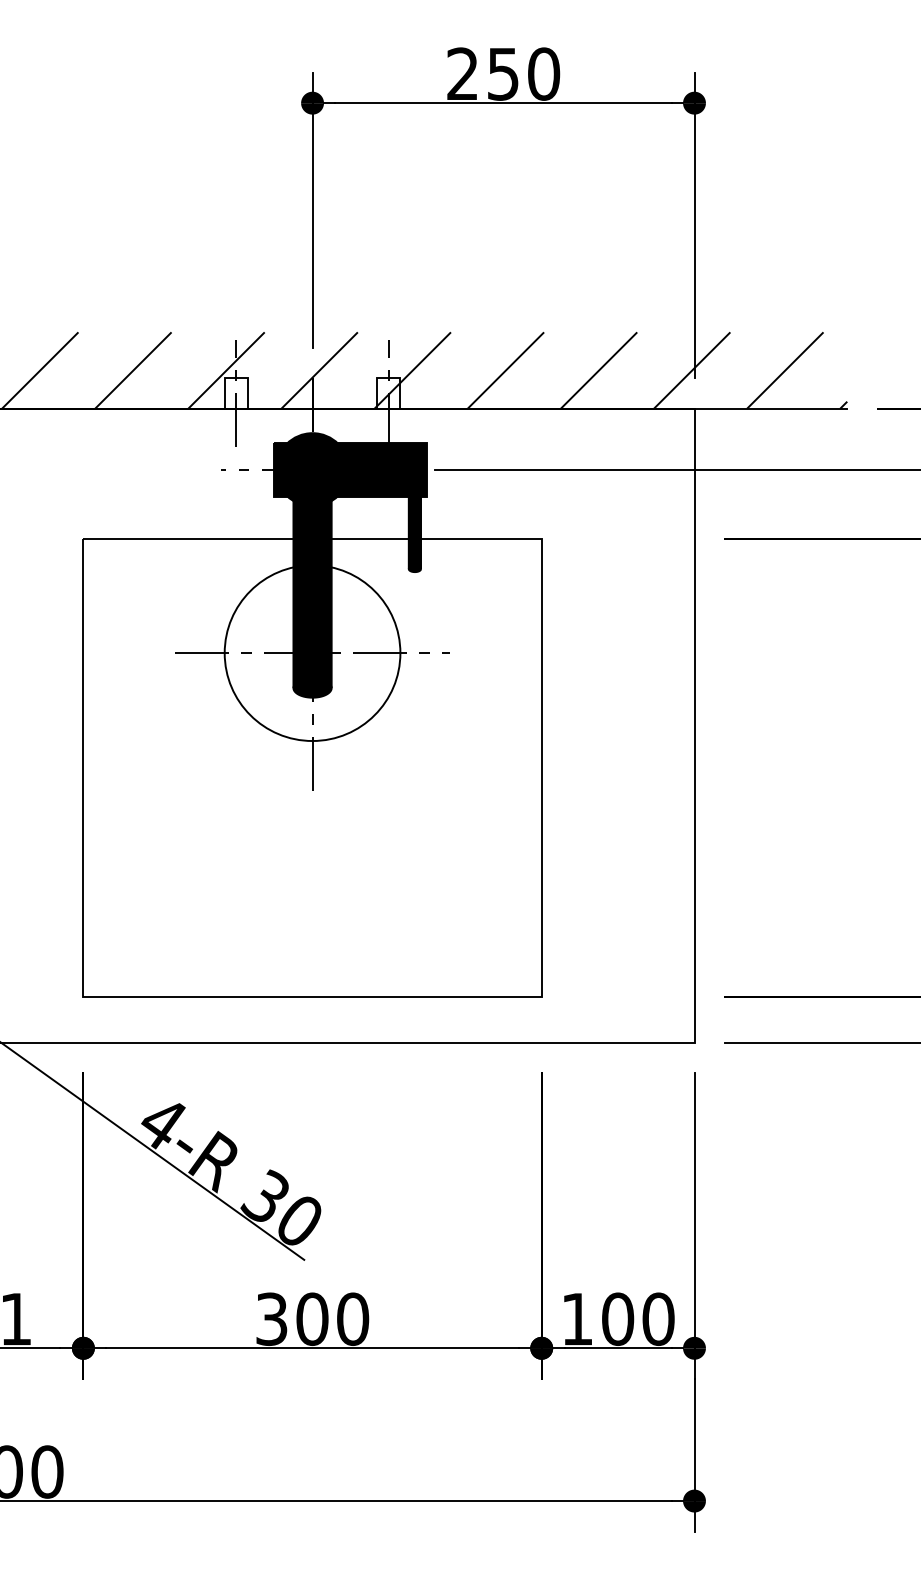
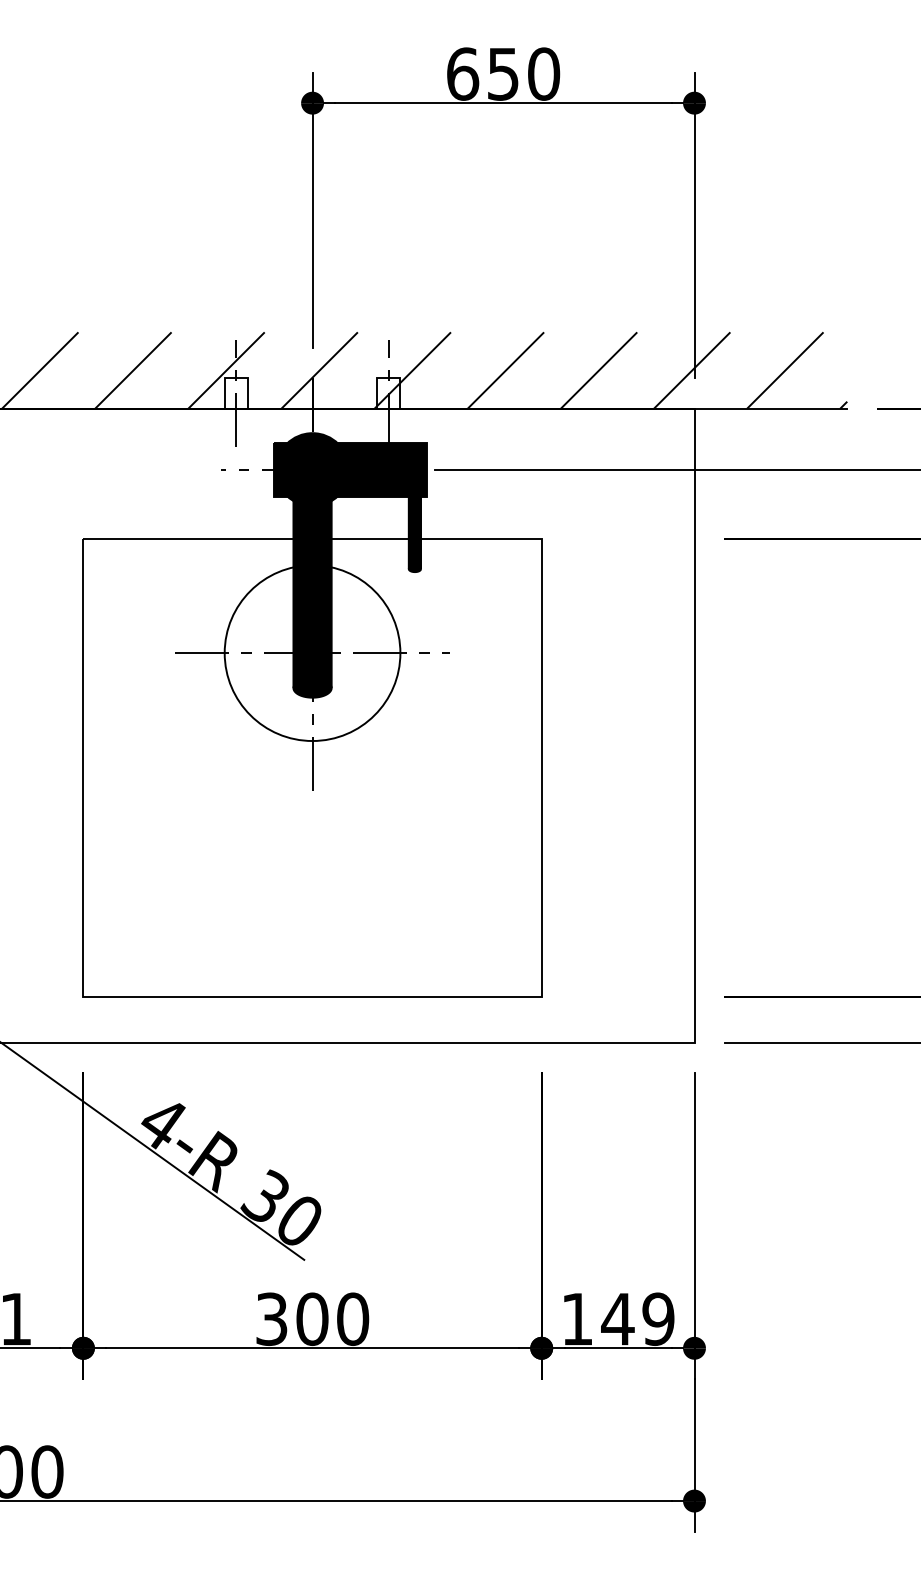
text at (463, 73): 250 -> 650
text at (637, 1318): 100 -> 149
